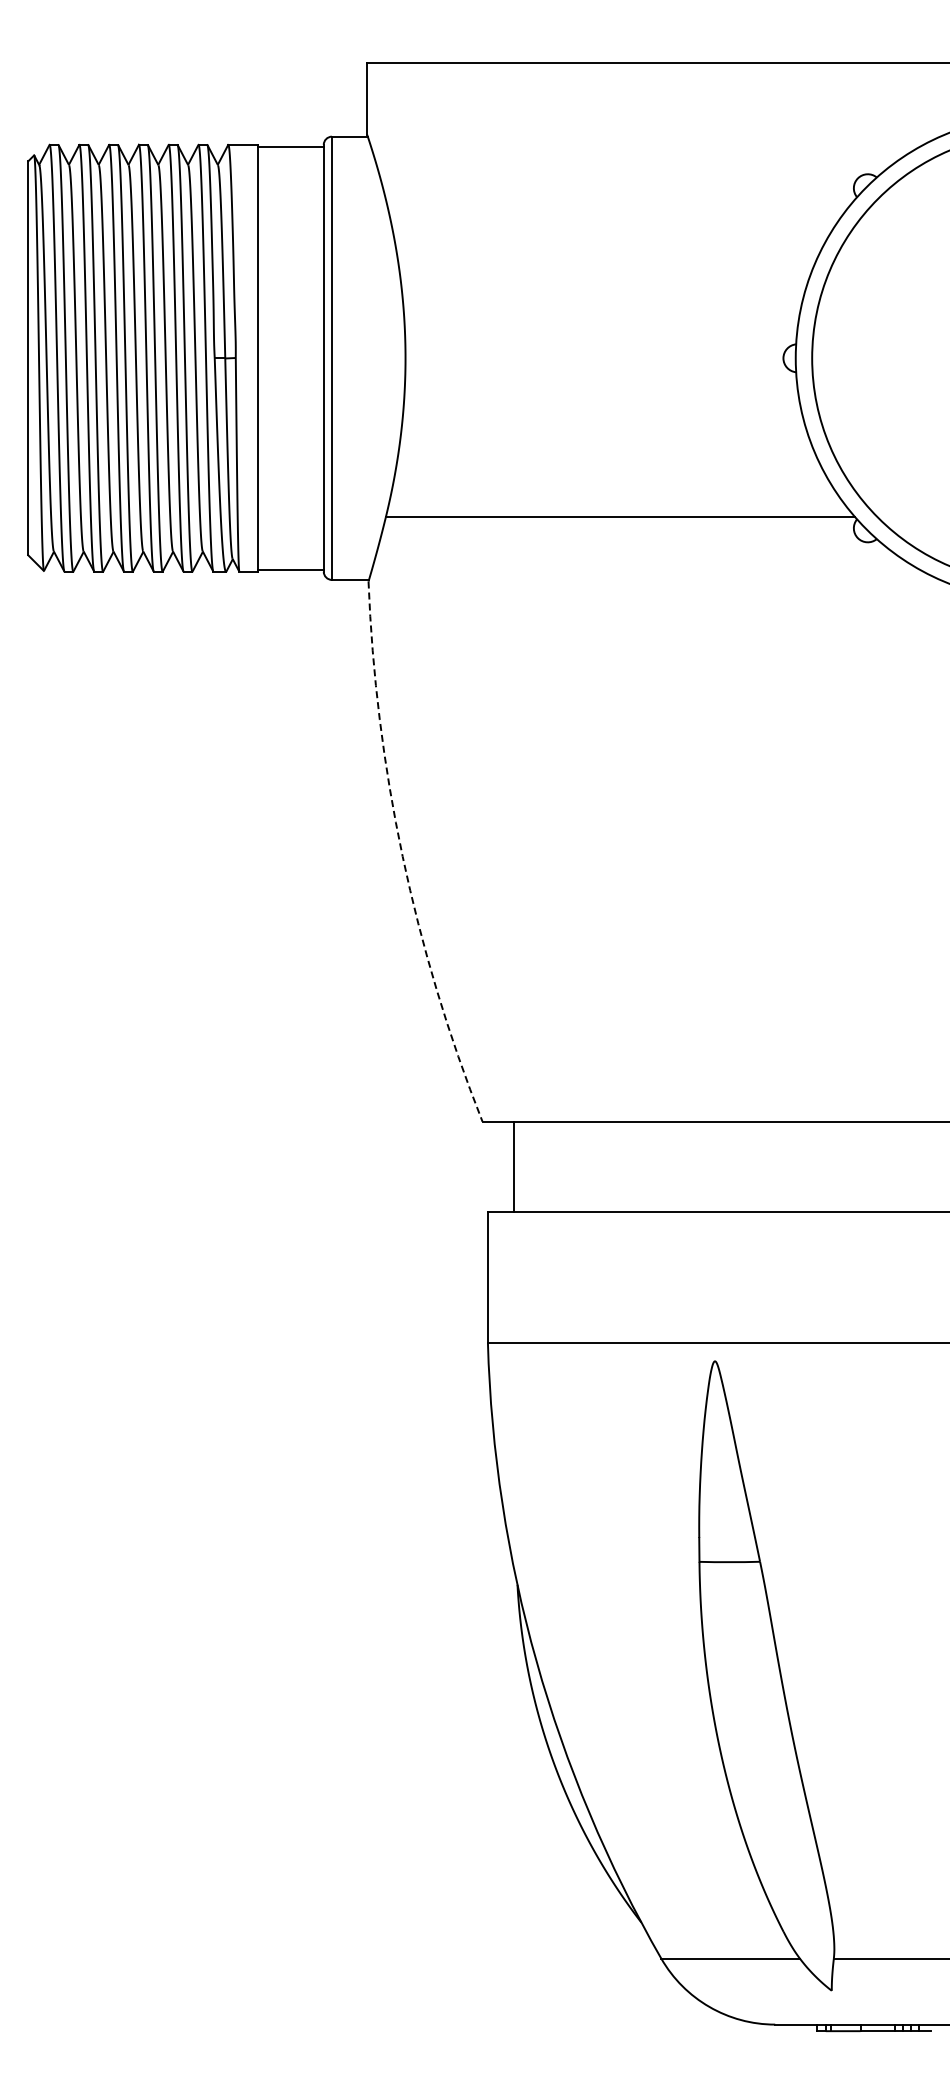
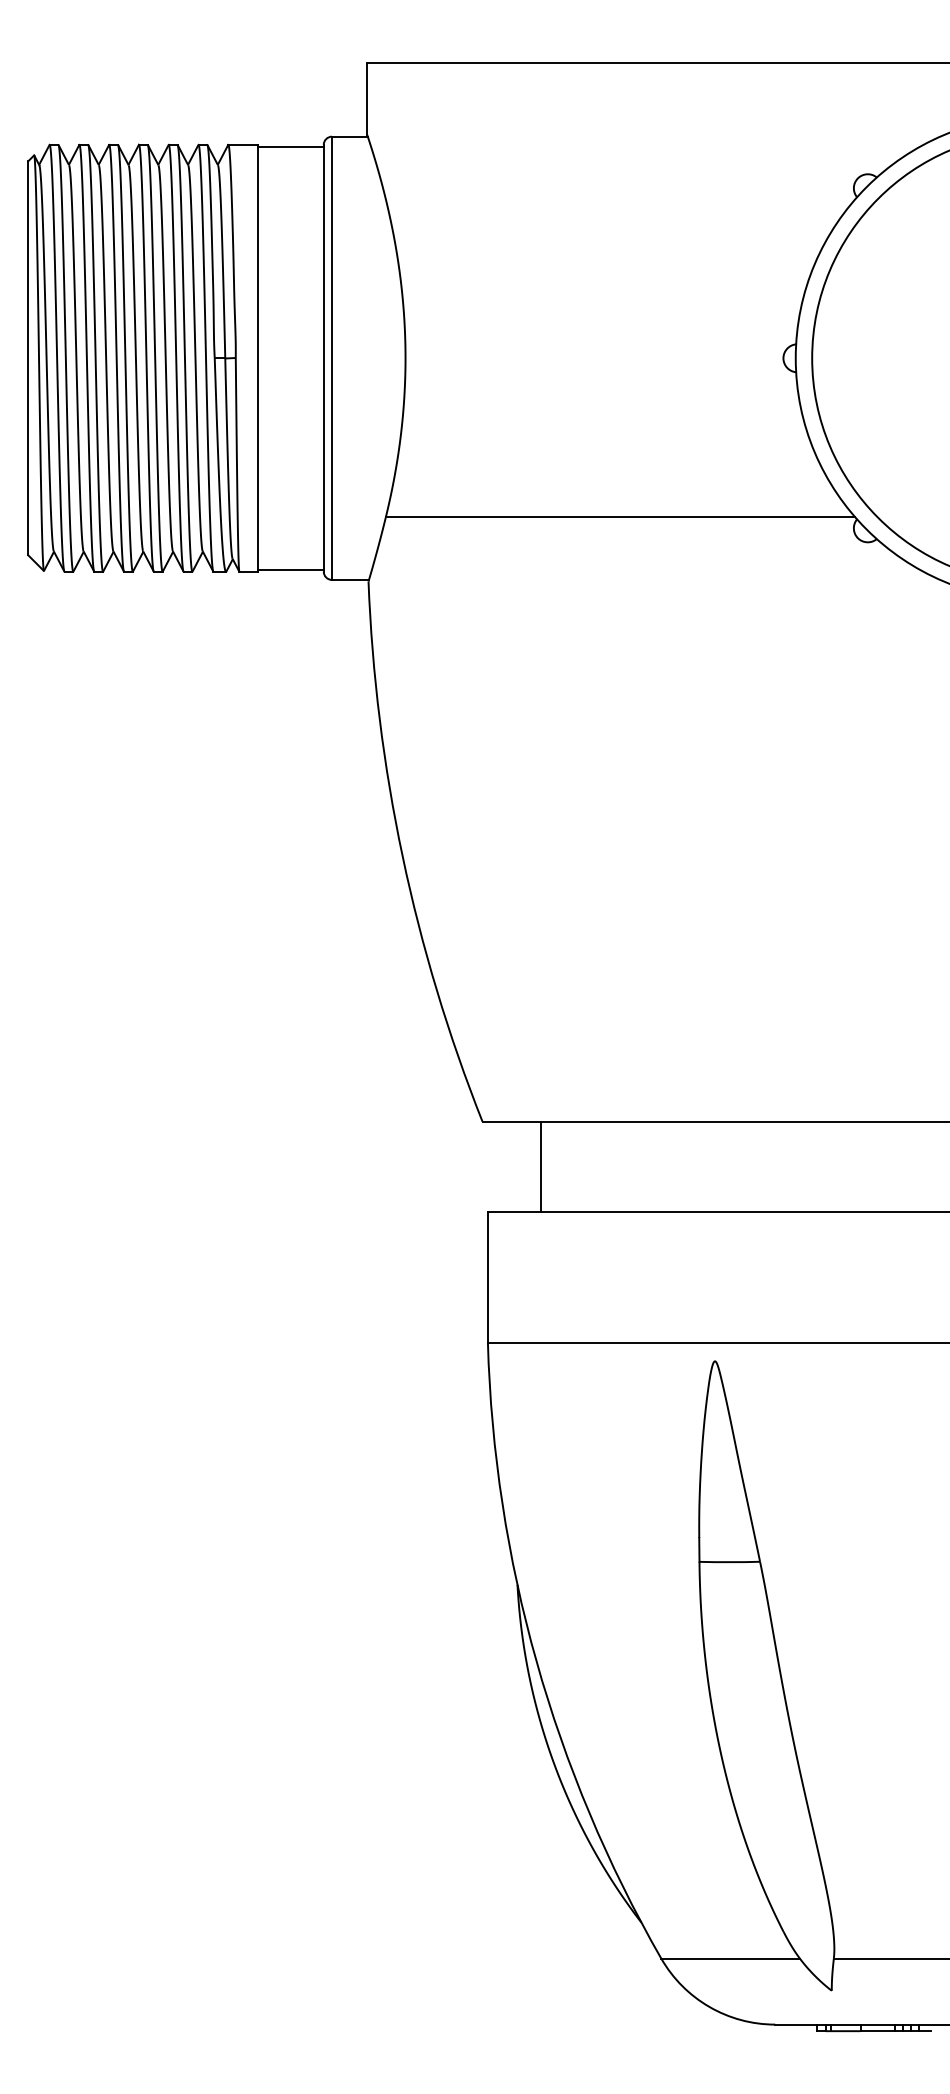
arc at (402, 856): dashed -> solid
line at (514, 1166) position: (514, 1166) -> (541, 1166)
